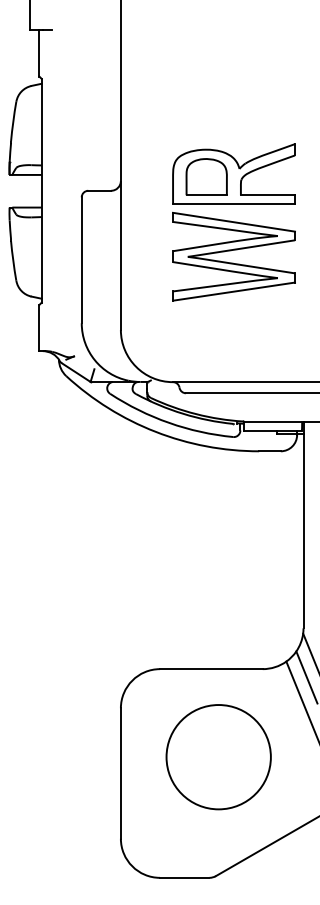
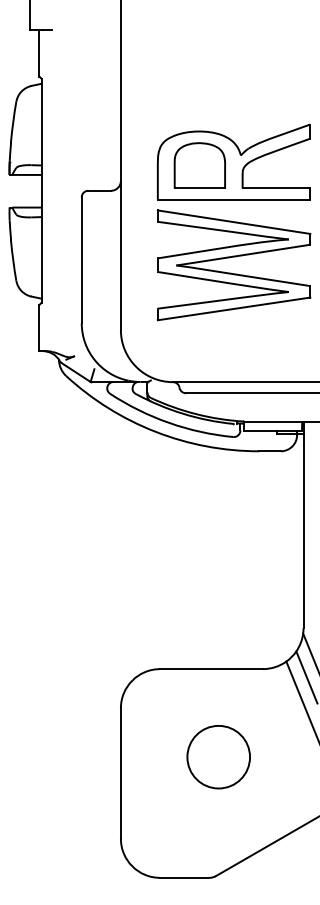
part at (233, 222) size: 124x159 px -> 156x199 px
circle at (218, 757) diameter: 104 px -> 63 px
